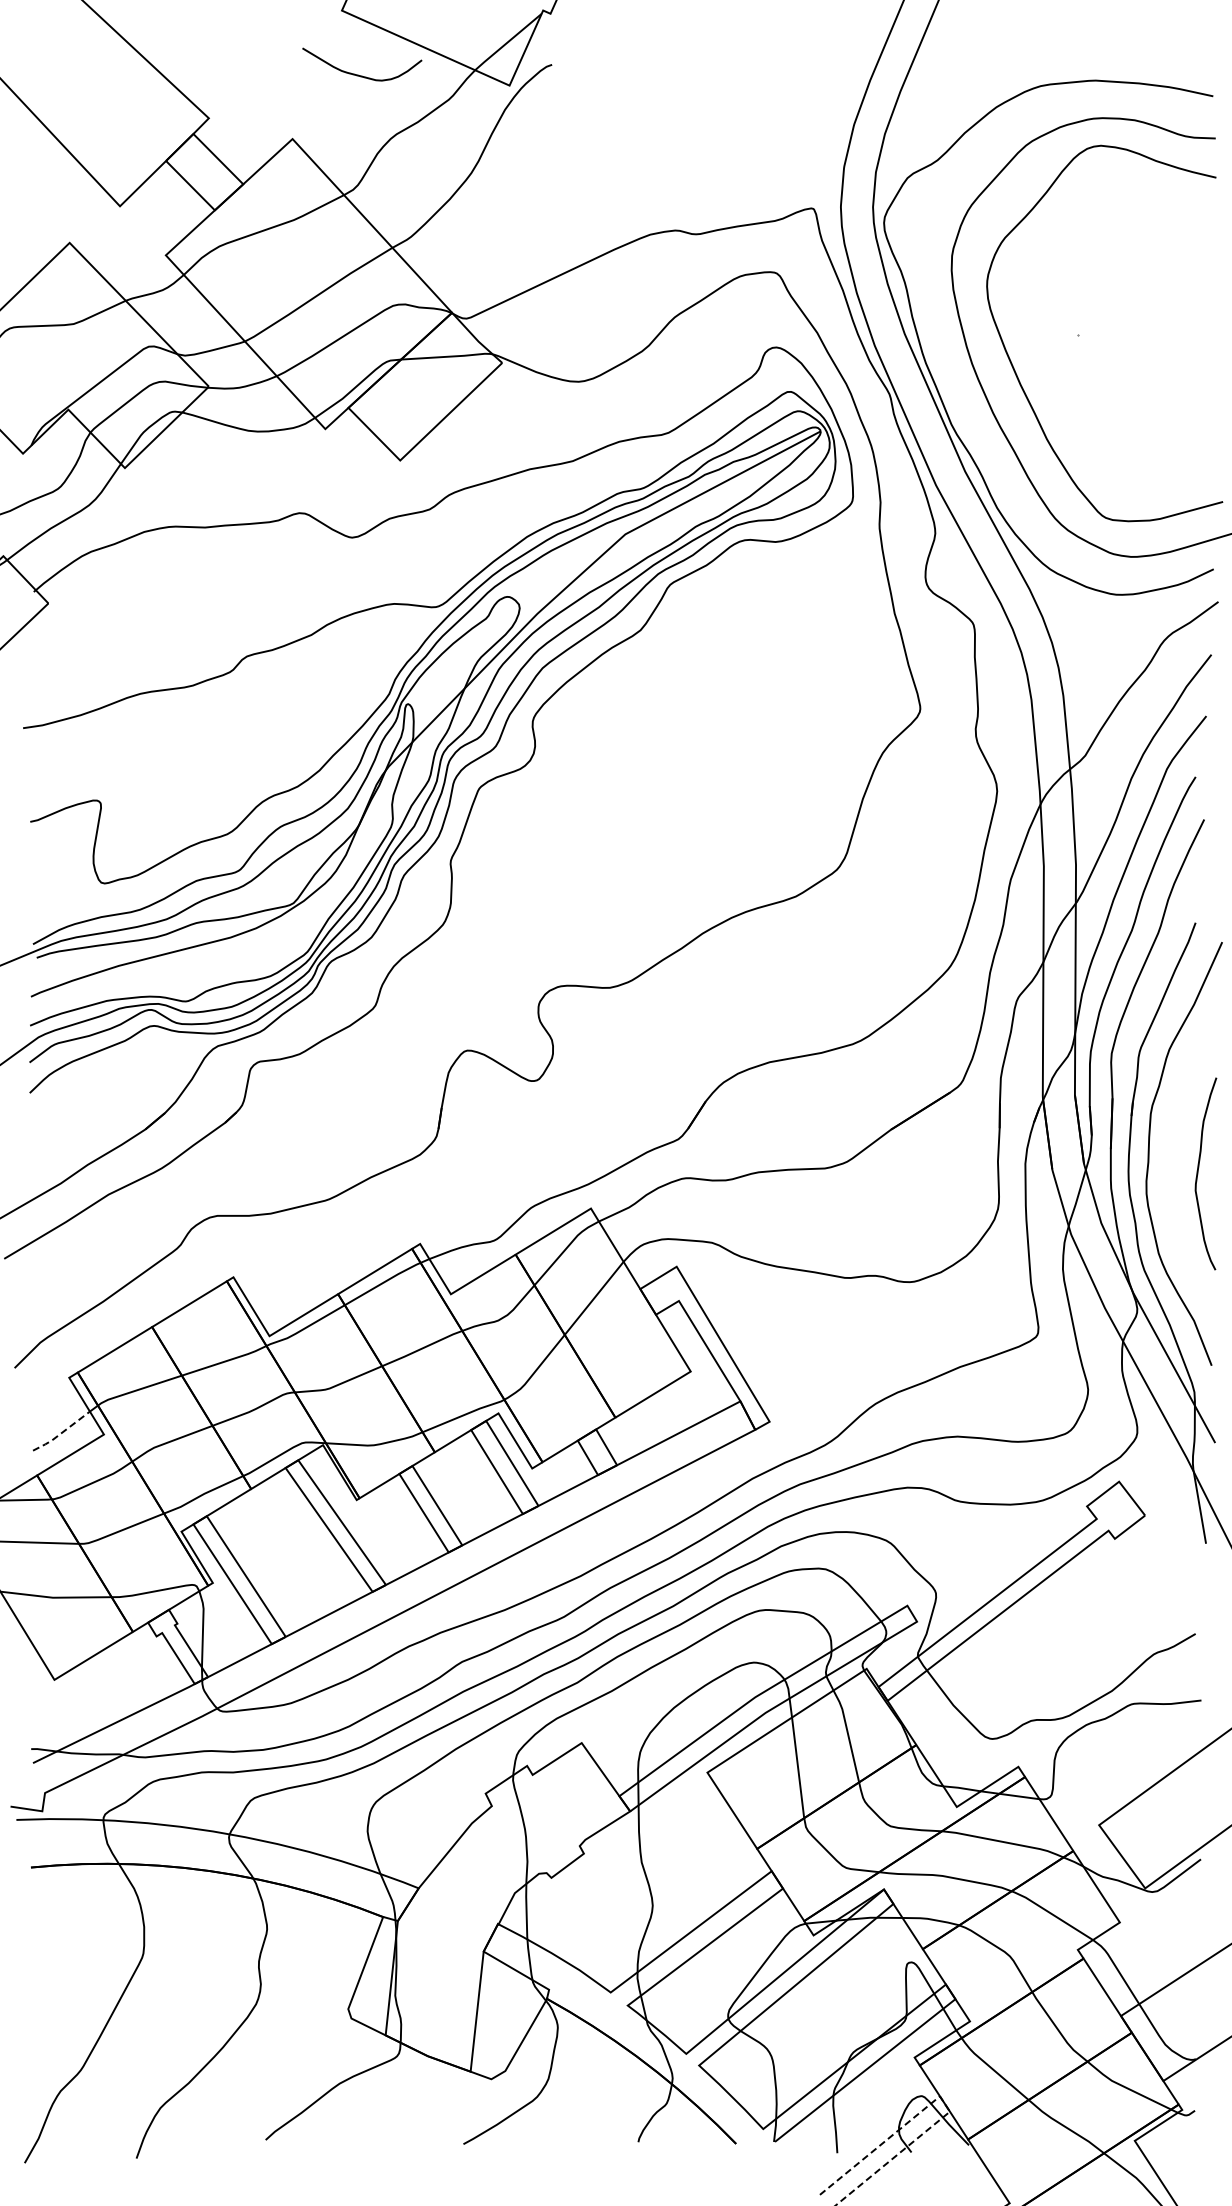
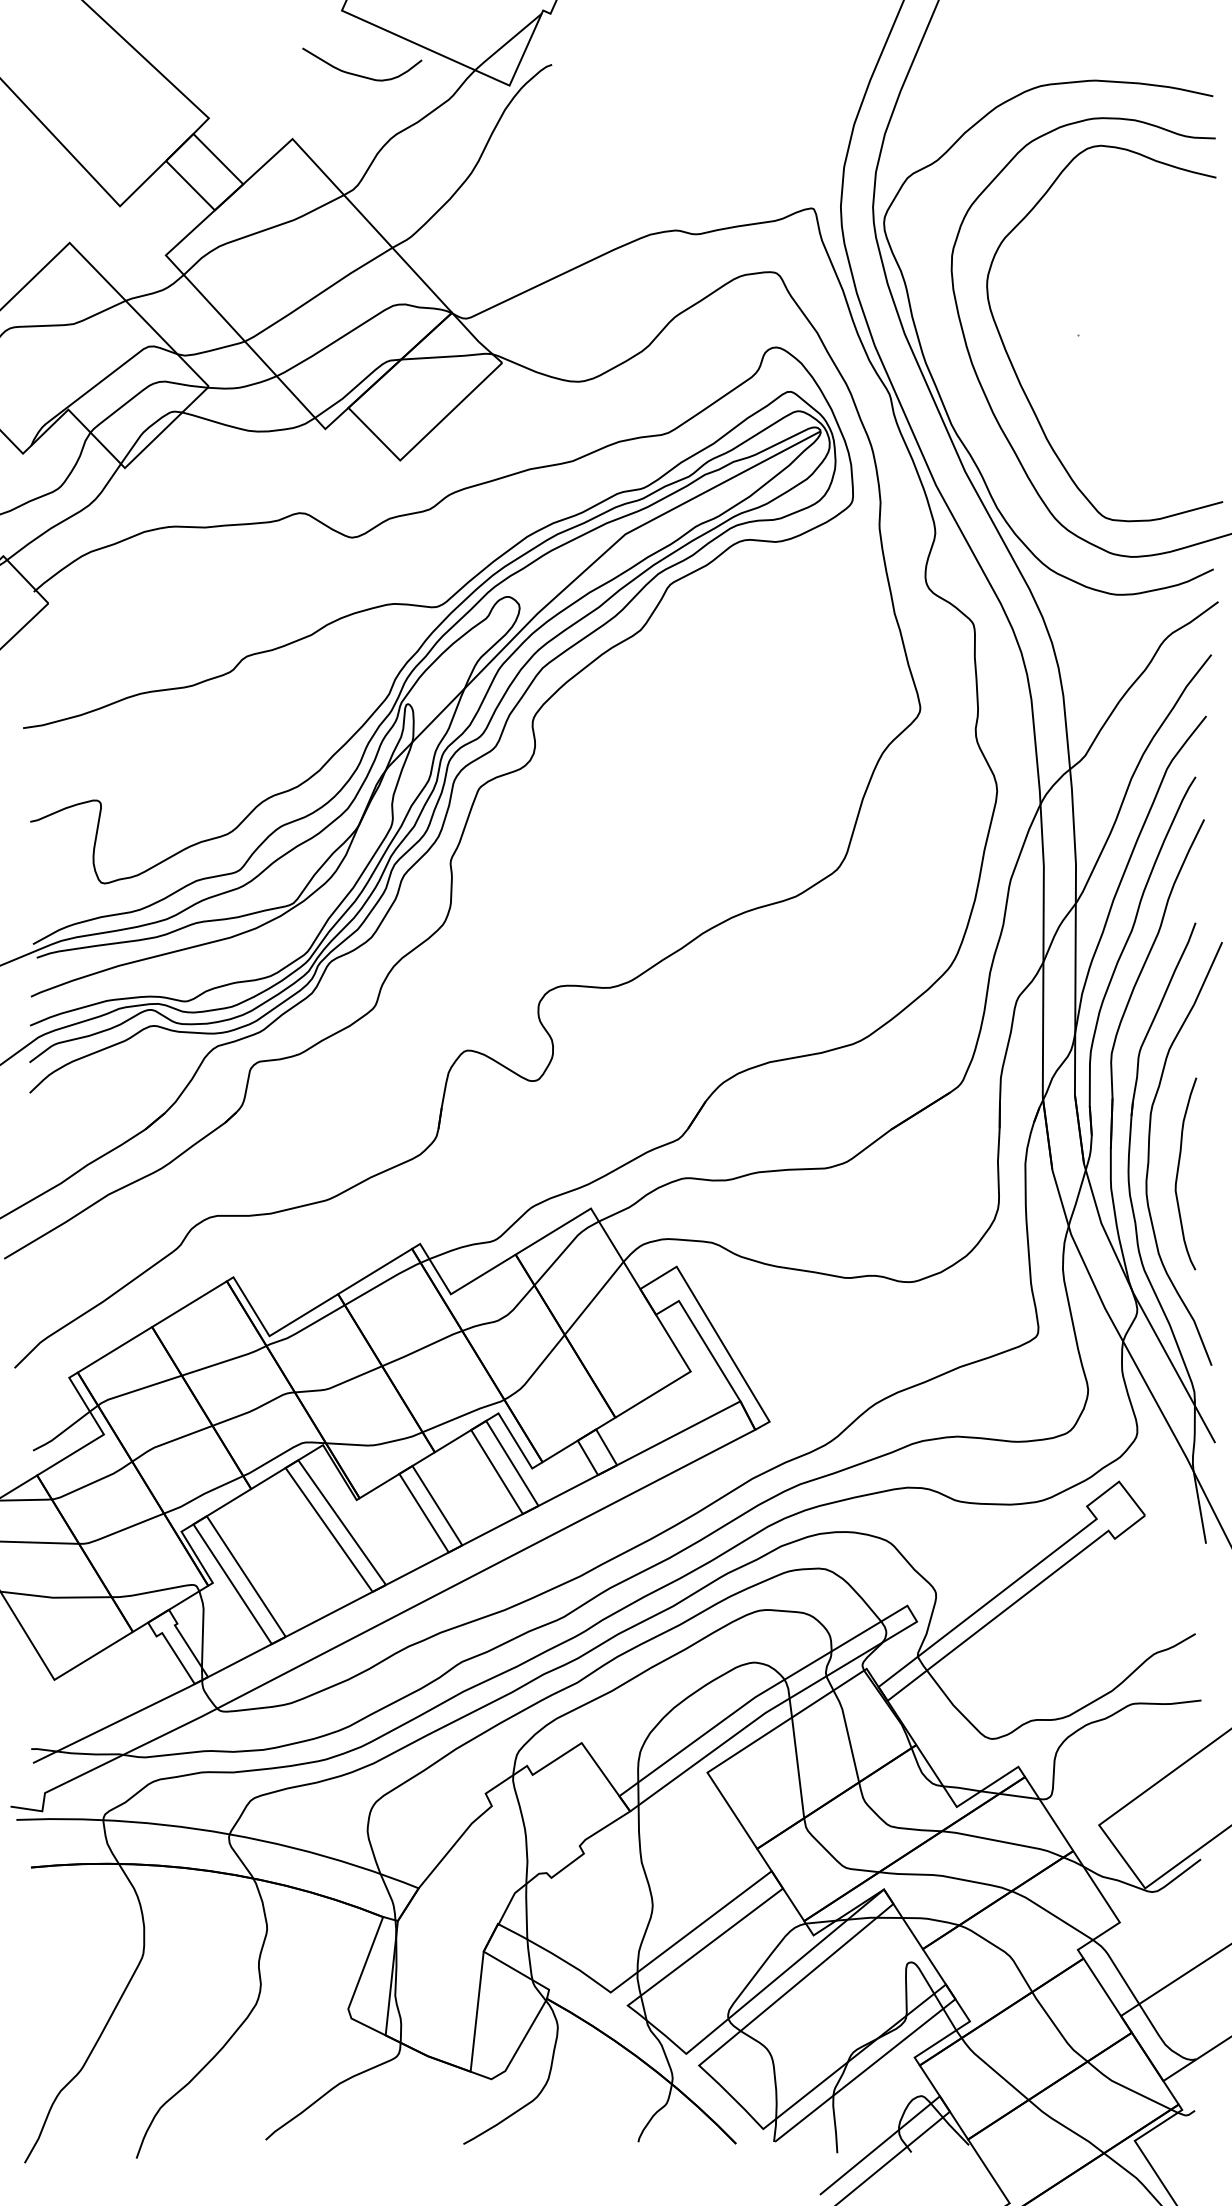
curve at (1198, 1173) position: (1198, 1173) -> (1178, 1173)
line at (61, 1433): dashed -> solid
line at (943, 2101): dashed -> solid
